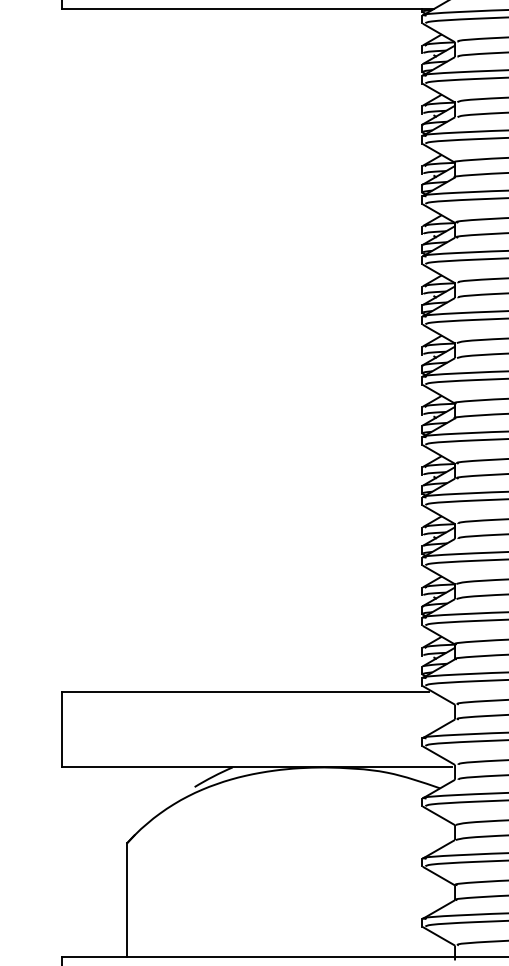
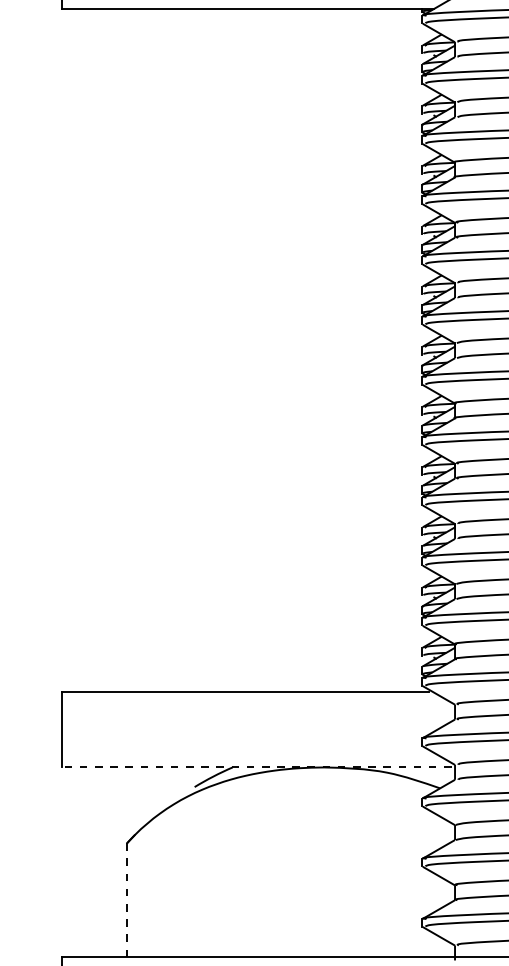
line at (256, 767): solid -> dashed
line at (127, 900): solid -> dashed
